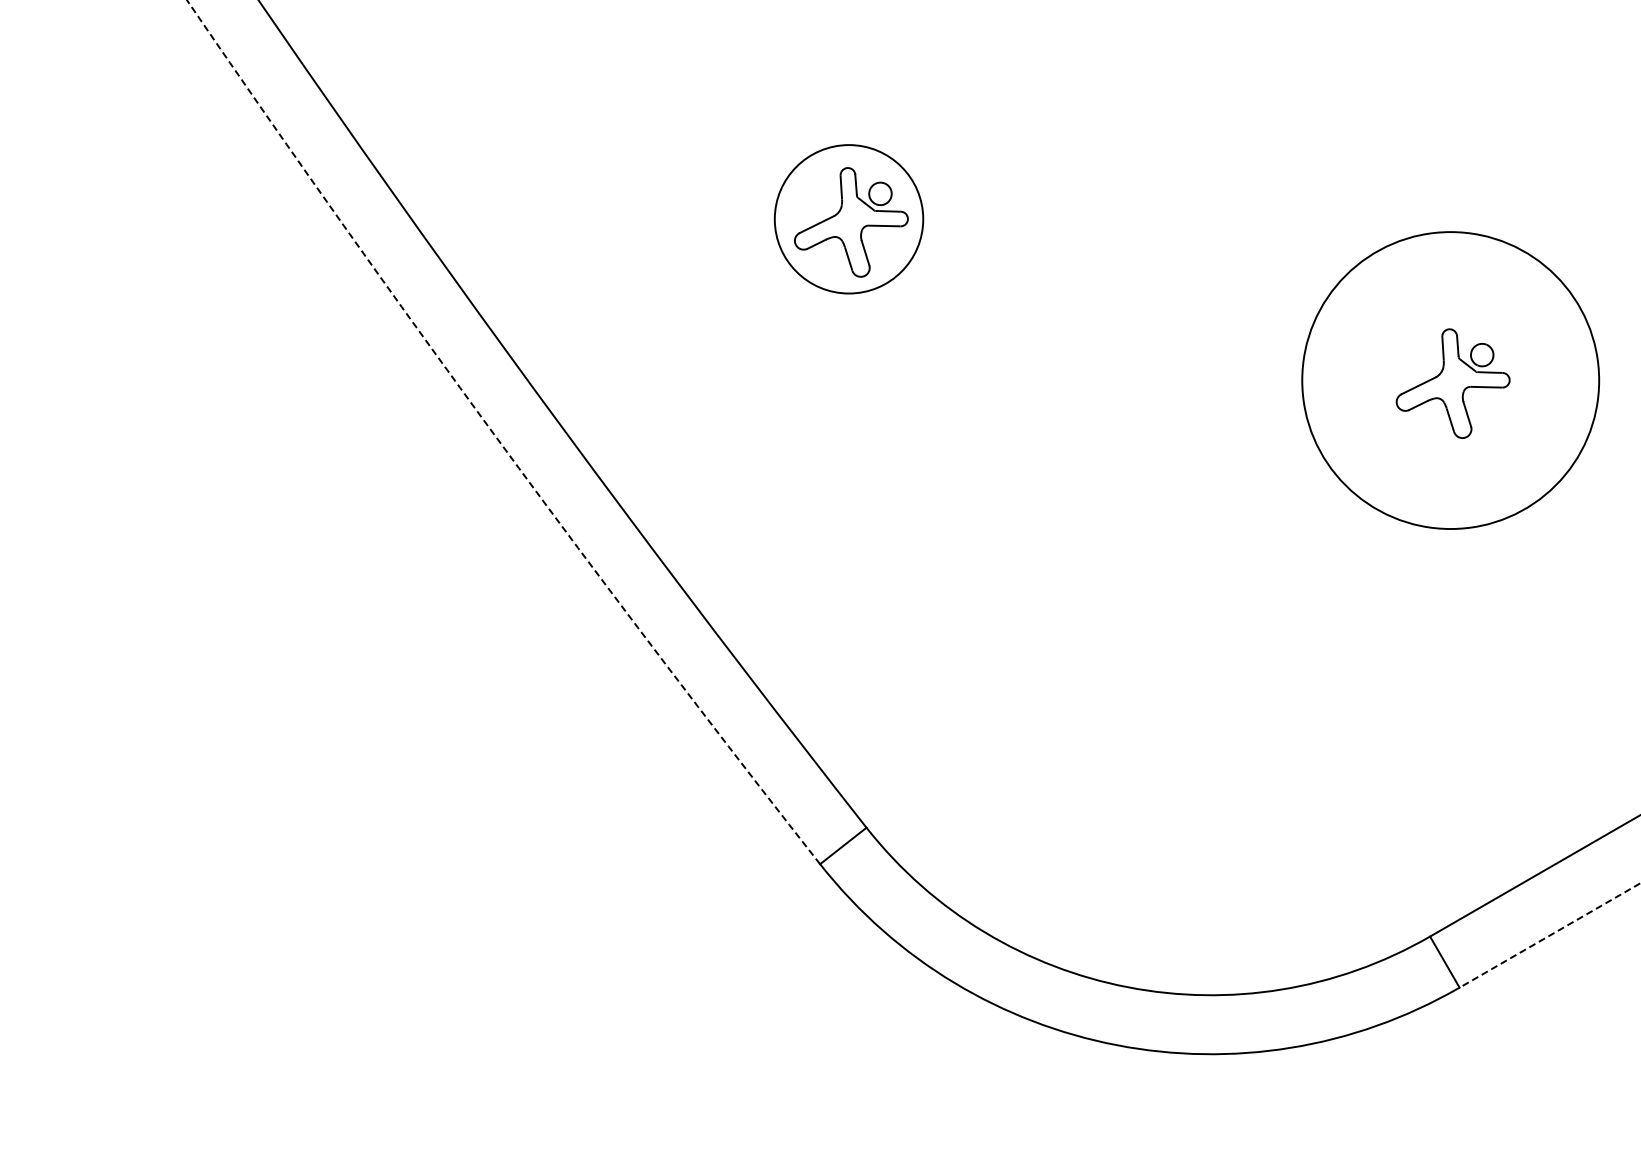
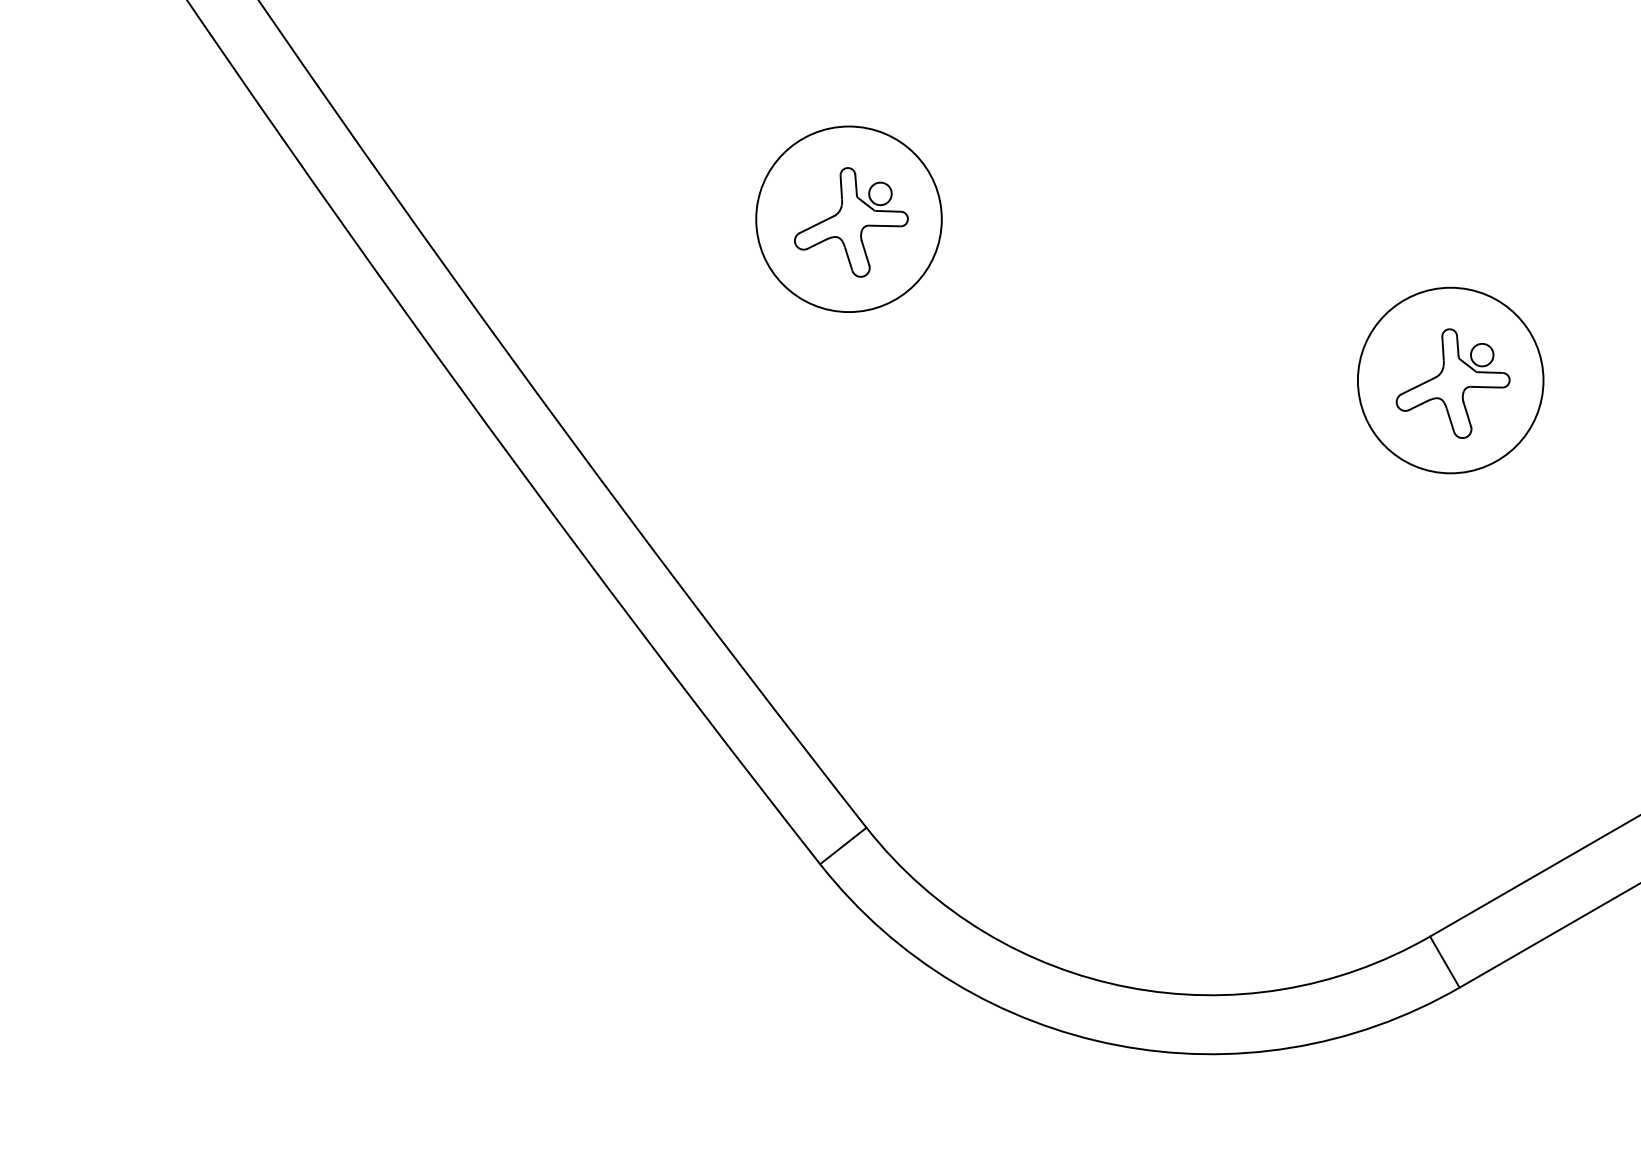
circle at (848, 219) diameter: 148 px -> 186 px
circle at (1450, 380) diameter: 297 px -> 186 px
arc at (496, 437): dashed -> solid
line at (1549, 935): dashed -> solid
